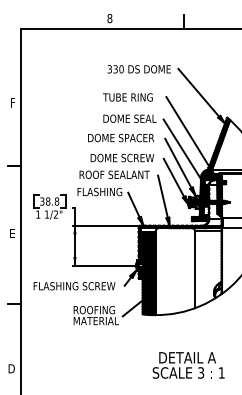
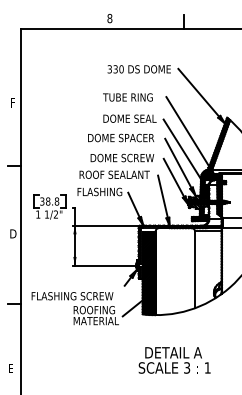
text at (13, 233): E -> D
text at (74, 286) position: (74, 286) -> (72, 296)
text at (188, 365) position: (188, 365) -> (174, 360)
text at (11, 368): D -> E
